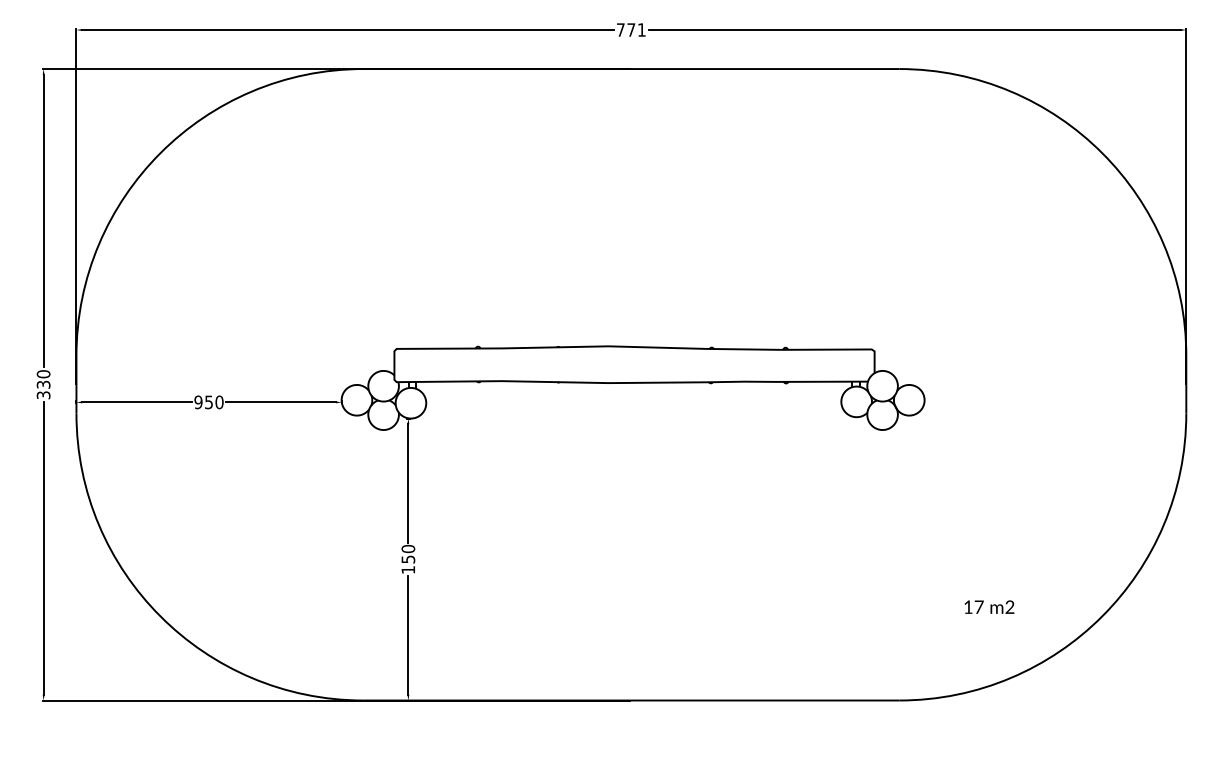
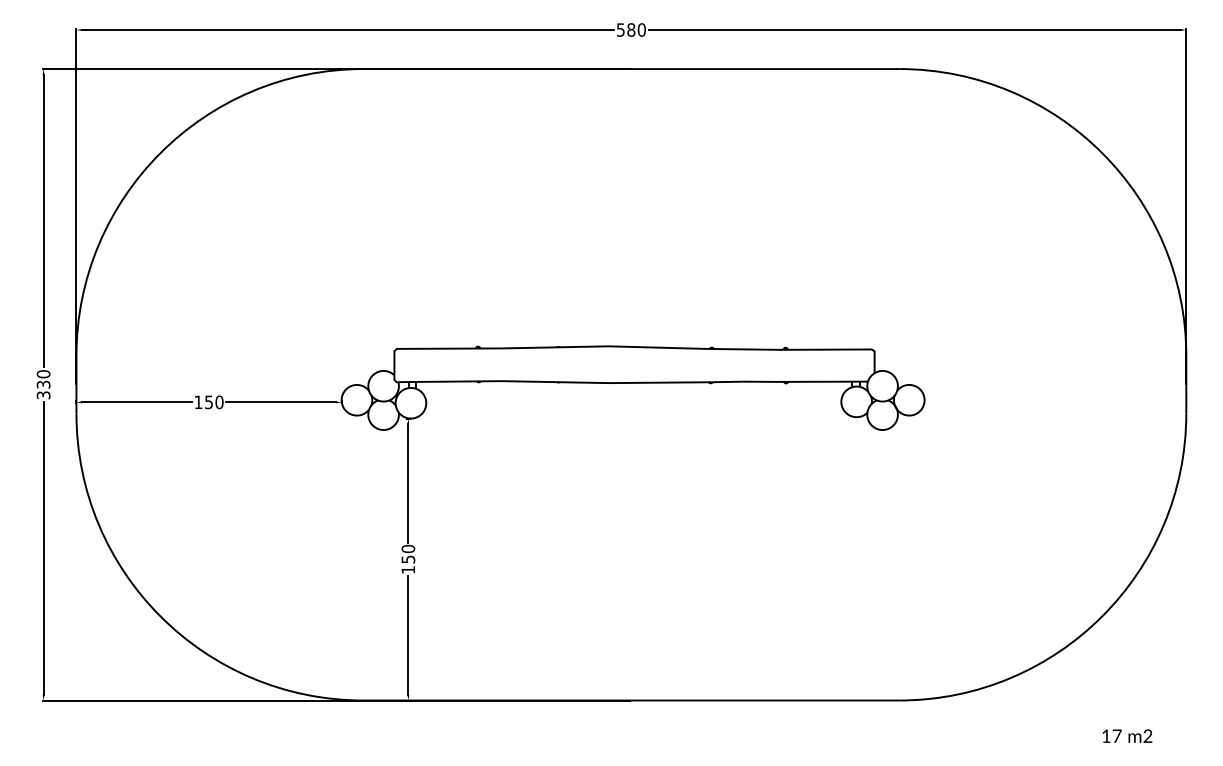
text at (630, 29): 771 -> 580
text at (198, 402): 950 -> 150
text at (989, 606) position: (989, 606) -> (1127, 735)
